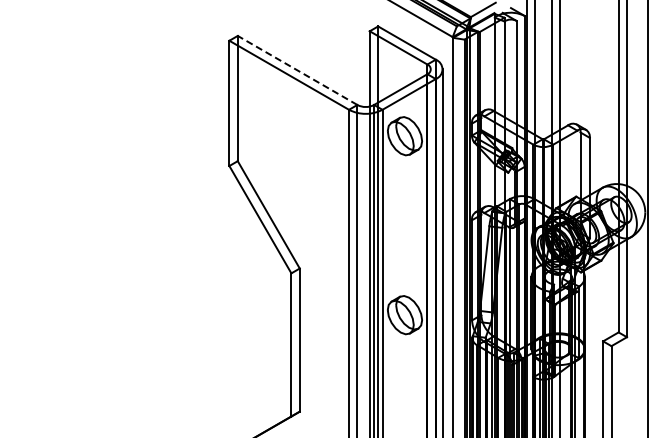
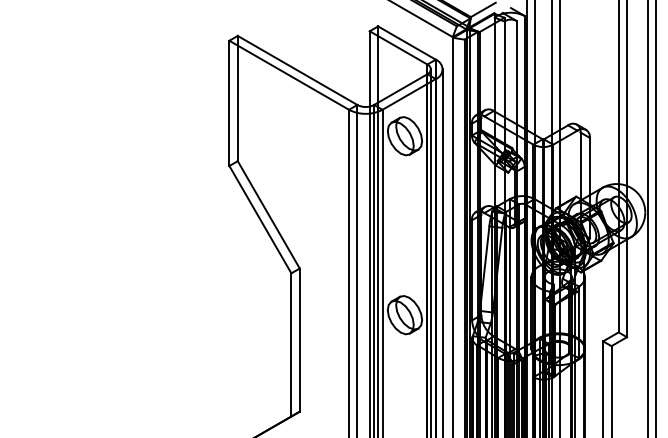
line at (297, 70): dashed -> solid
line at (656, 218): none -> present
line at (430, 251): none -> present
